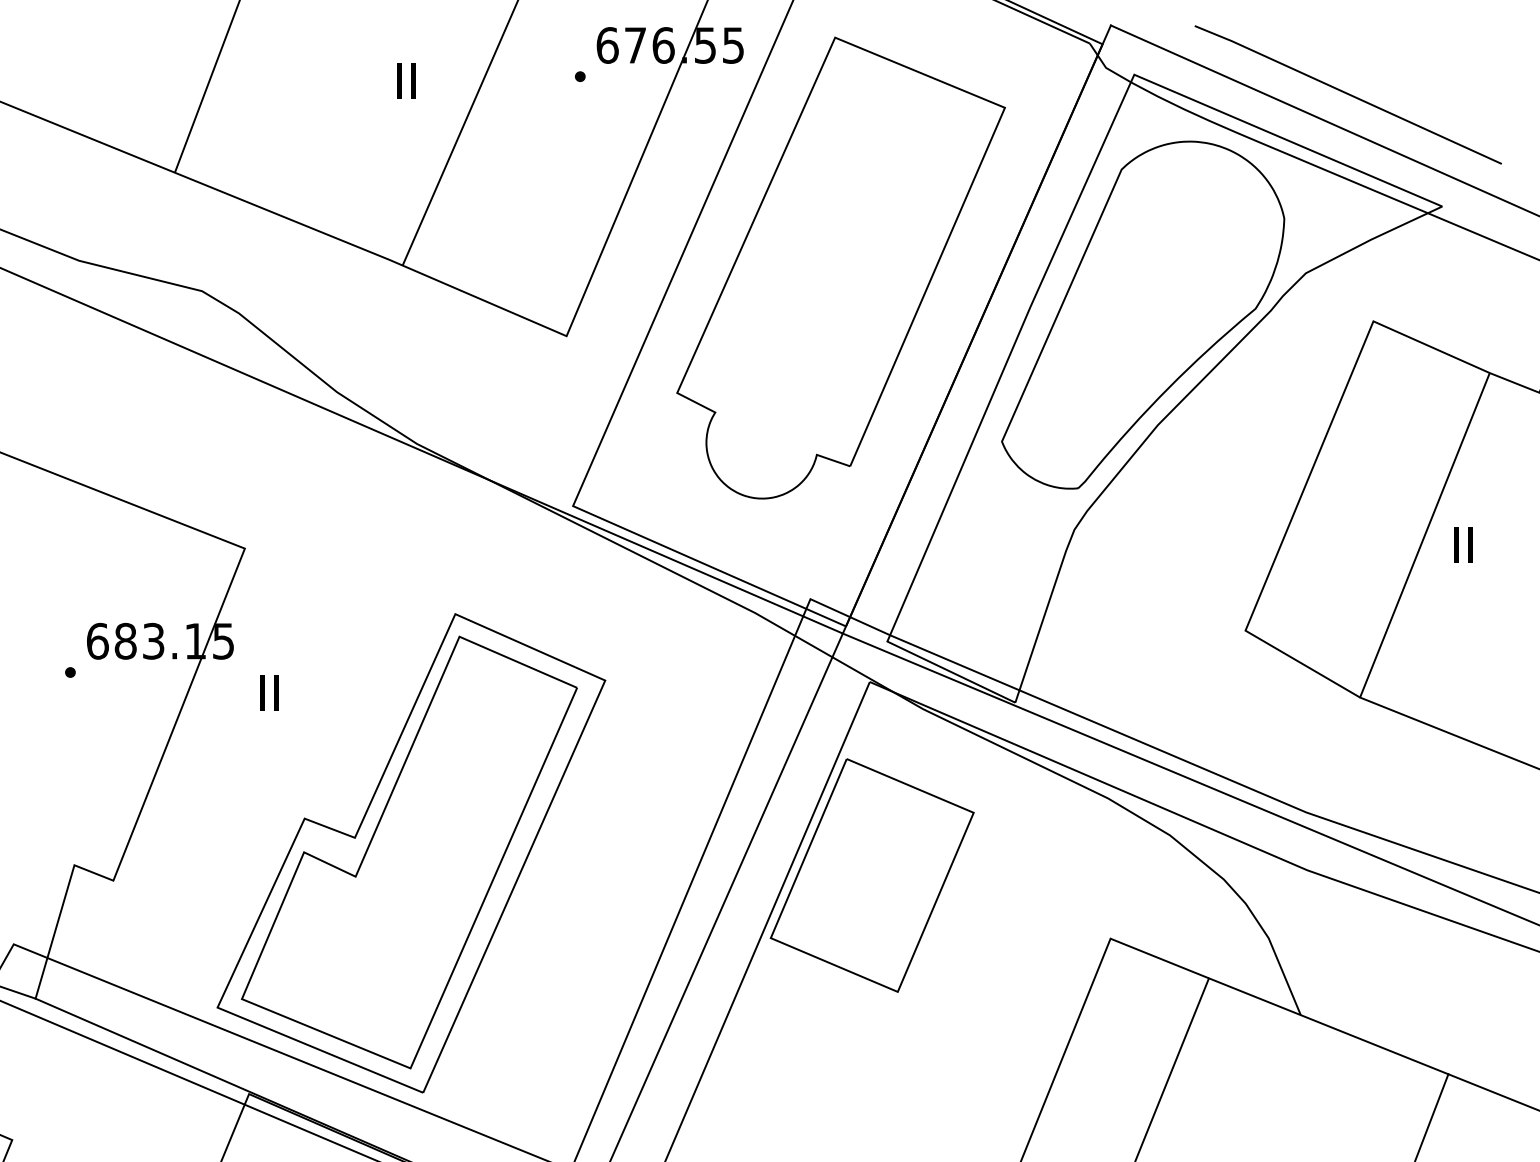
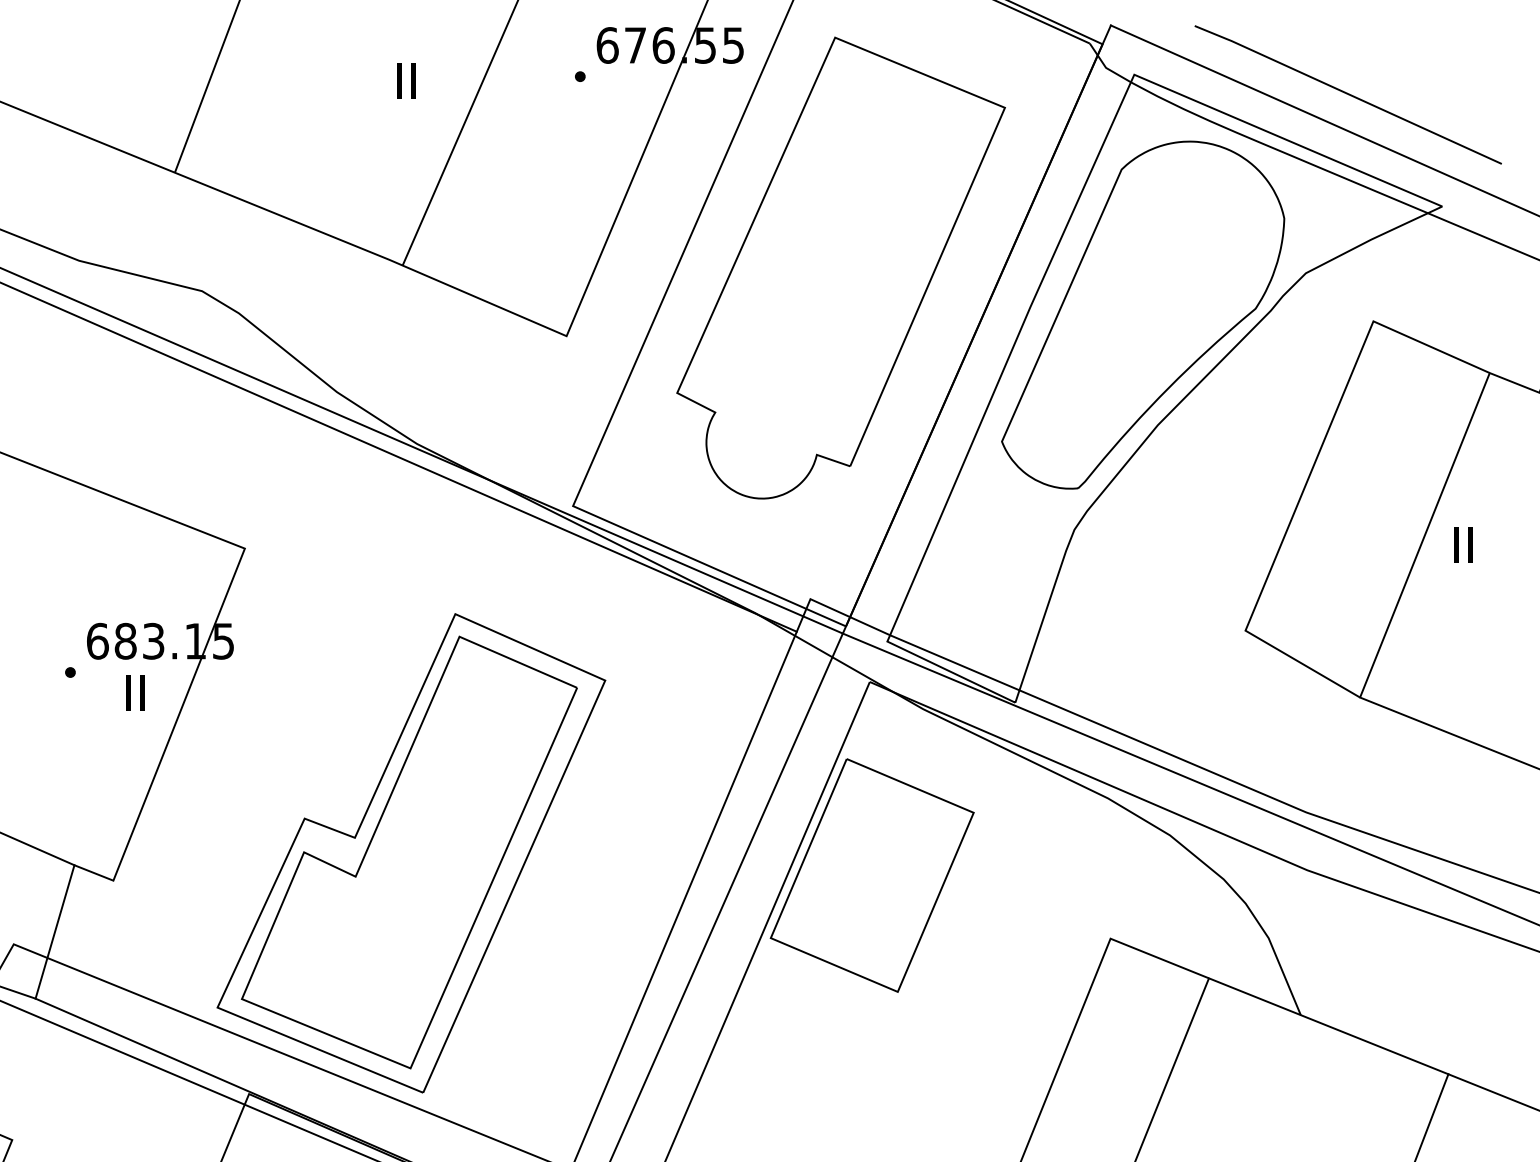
line at (399, 457): none -> present
text at (269, 692) position: (269, 692) -> (135, 692)
line at (38, 849): none -> present
